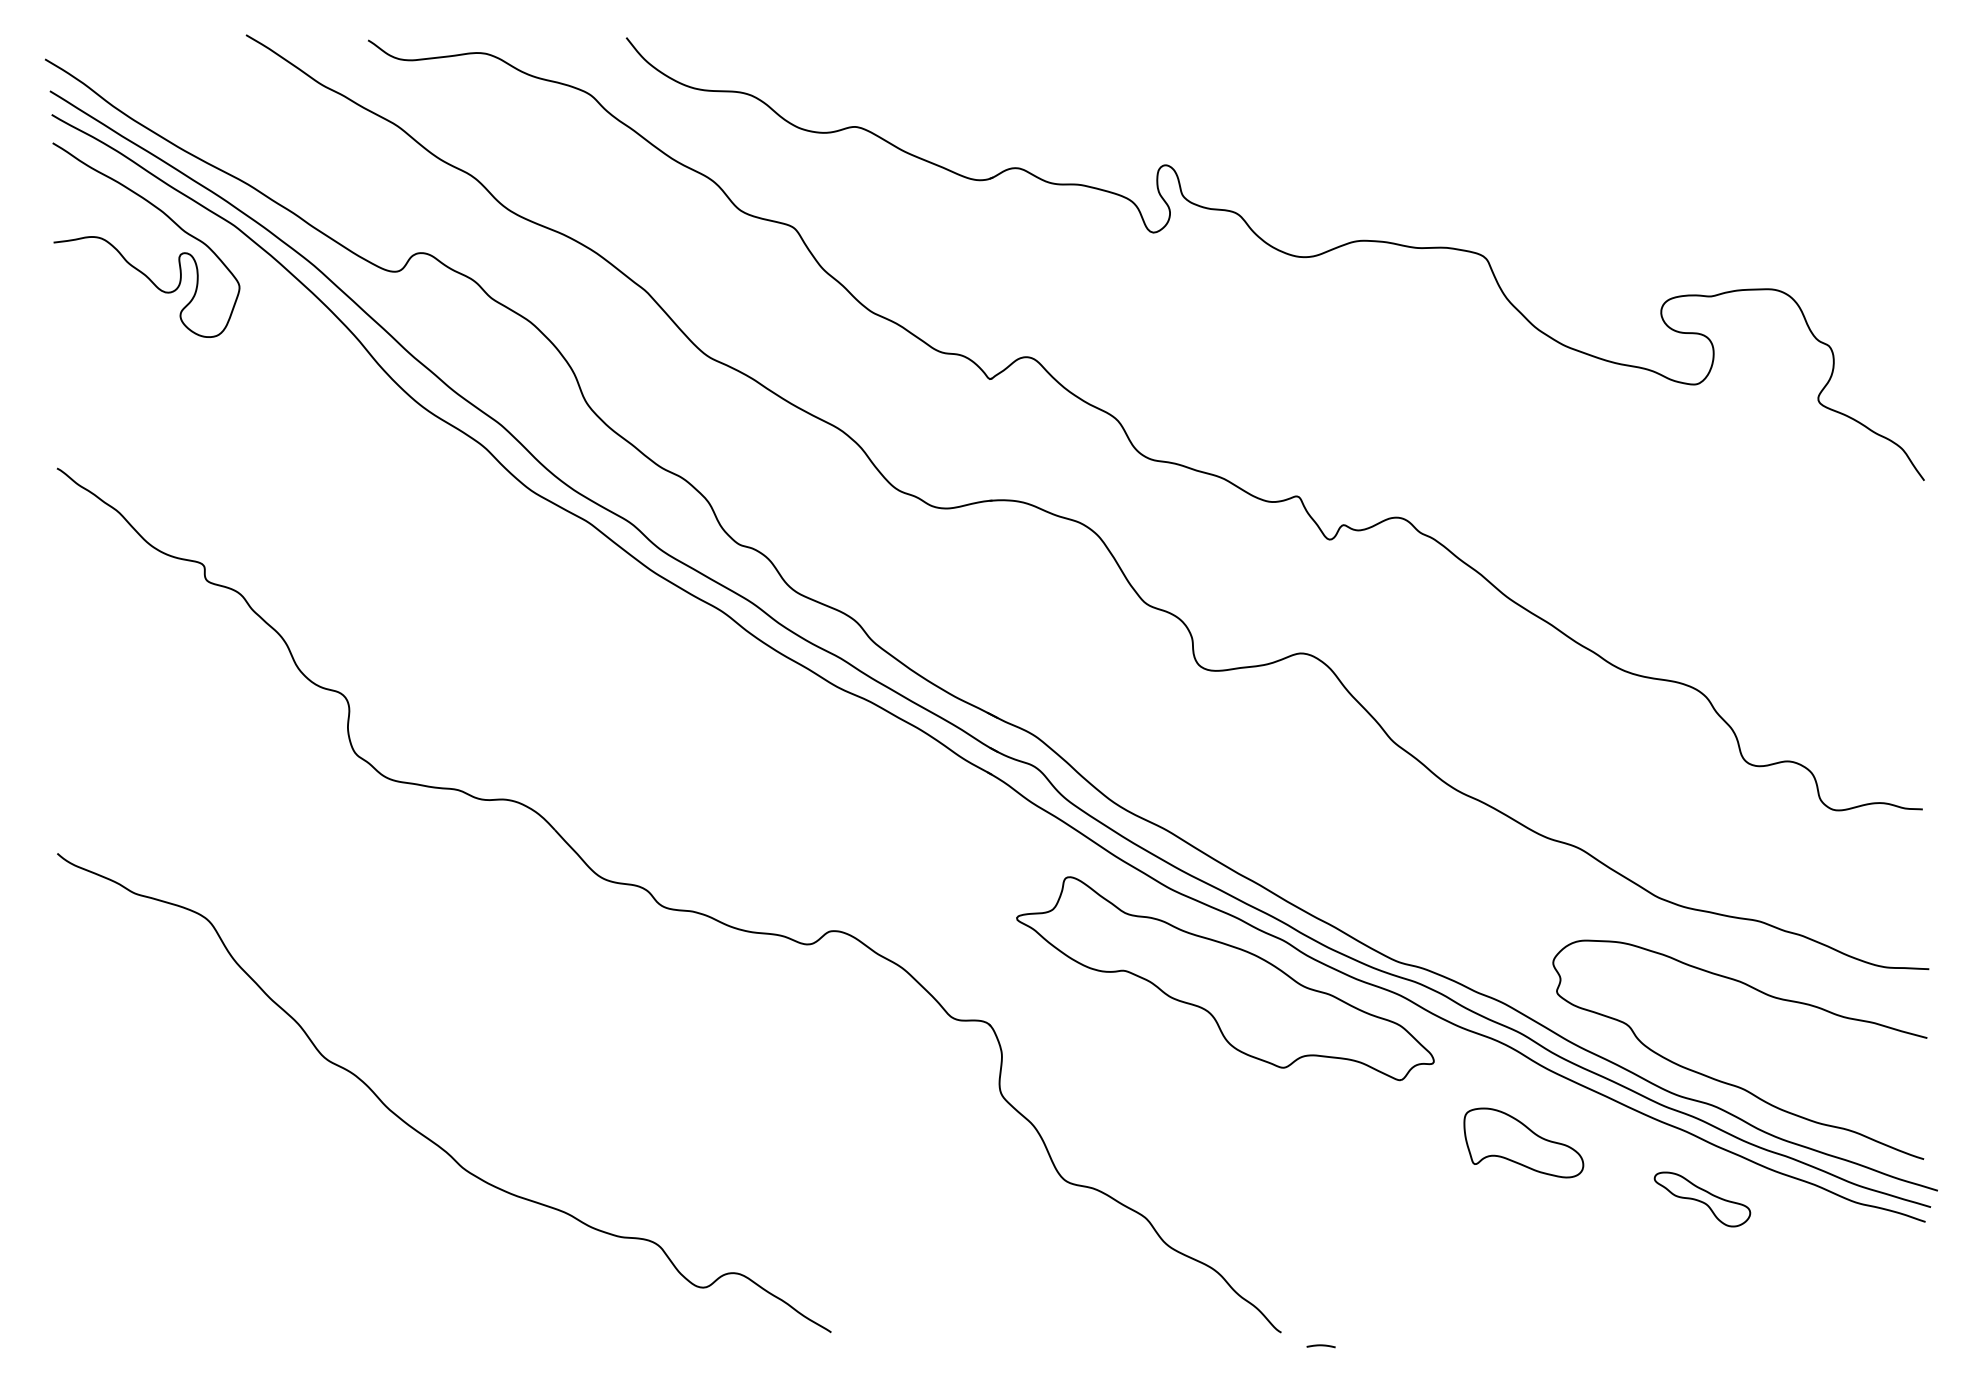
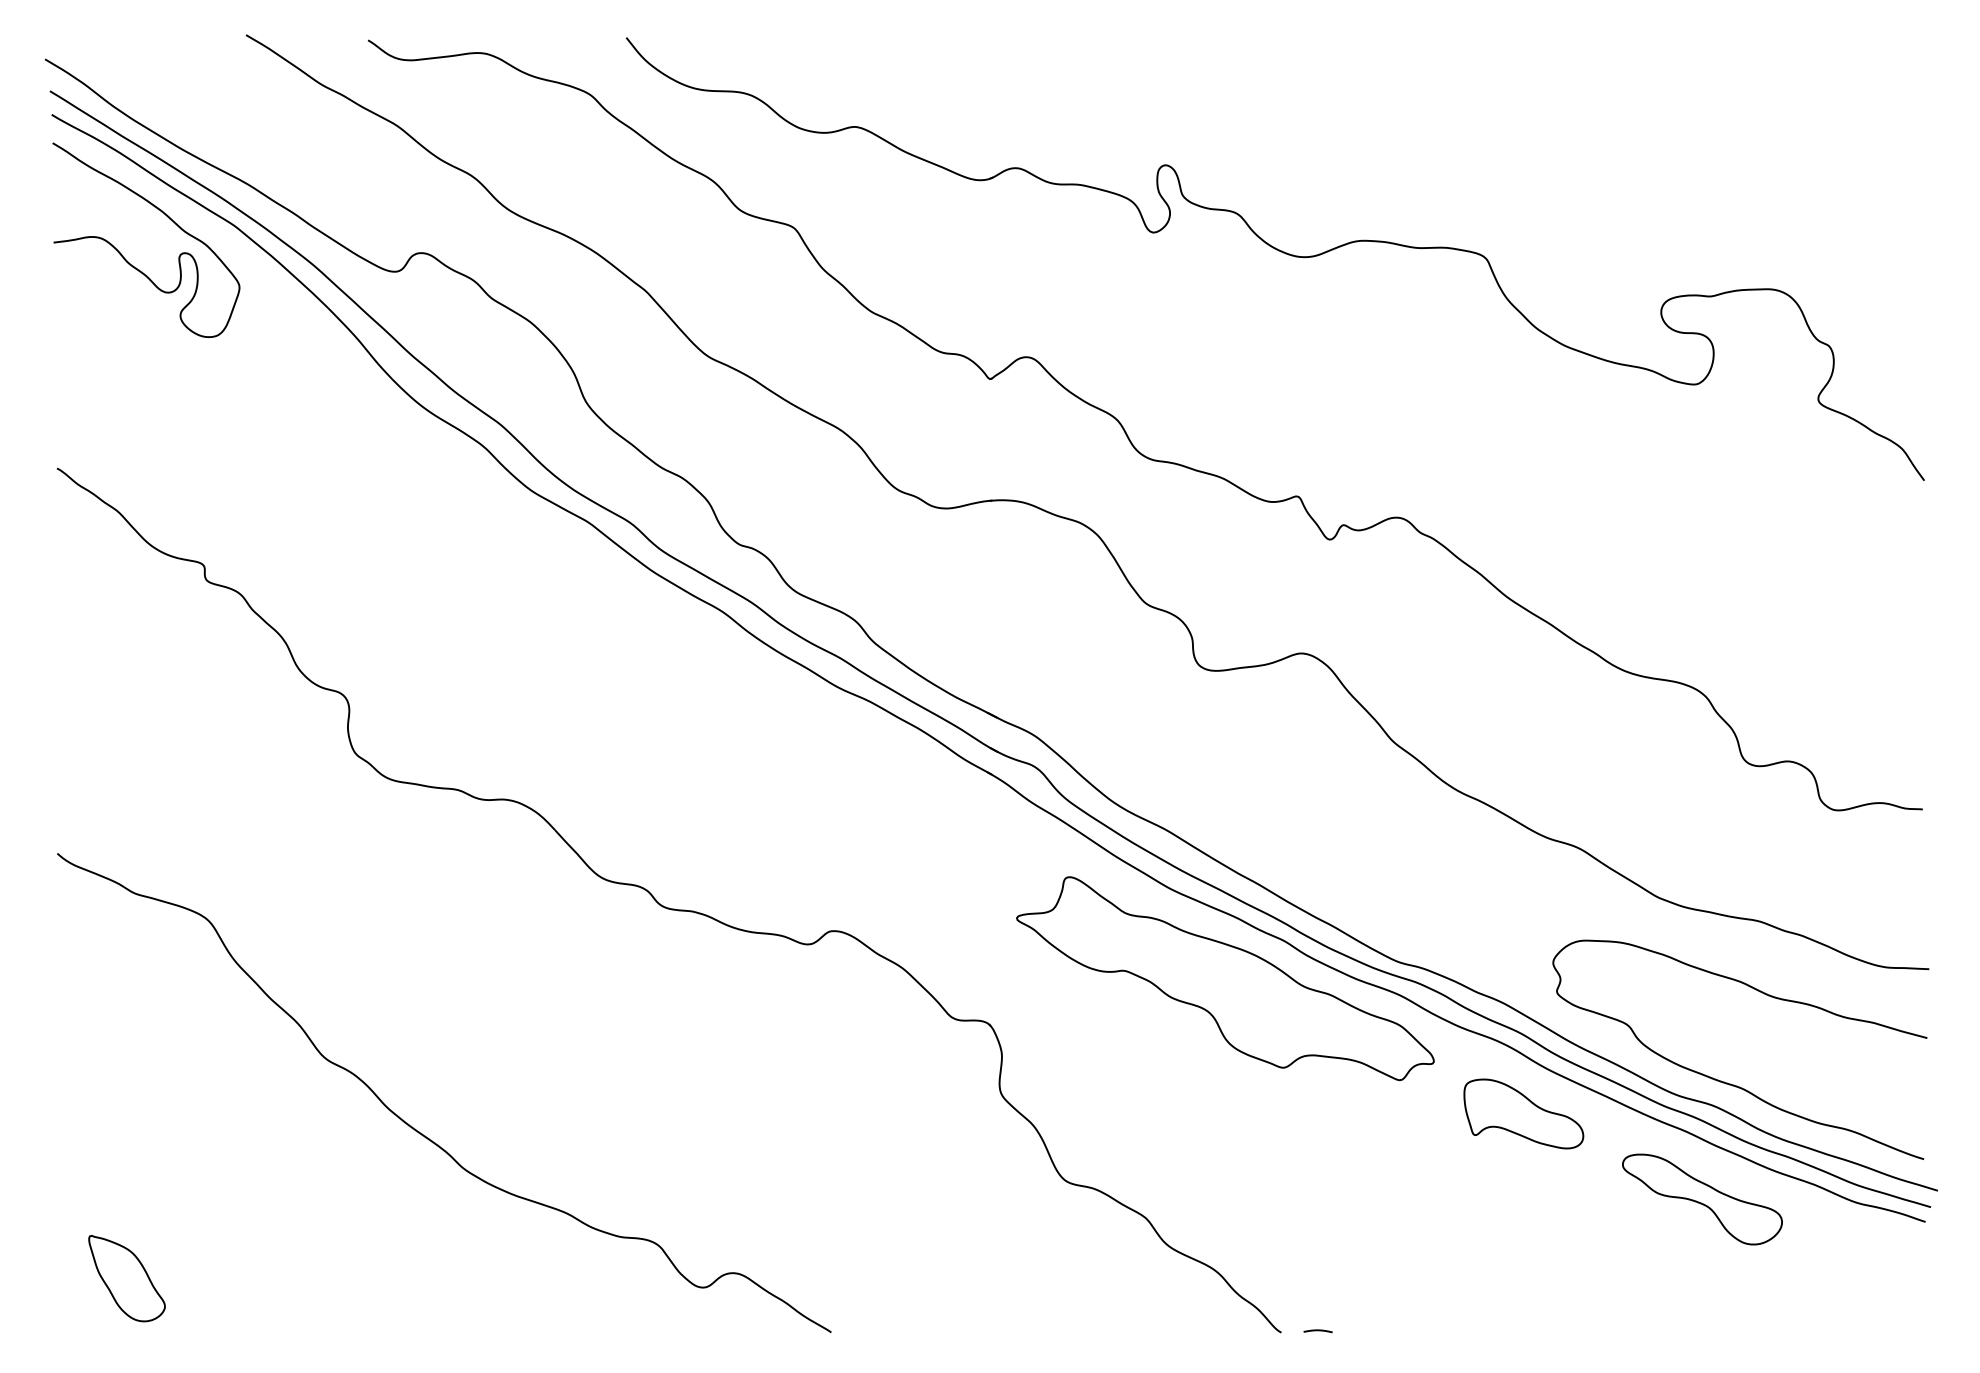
part at (1523, 1142) position: (1523, 1142) -> (1523, 1113)
part at (1702, 1199) size: 99x57 px -> 161x93 px
part at (126, 1278): none -> present
curve at (1320, 1346) position: (1320, 1346) -> (1317, 1331)
